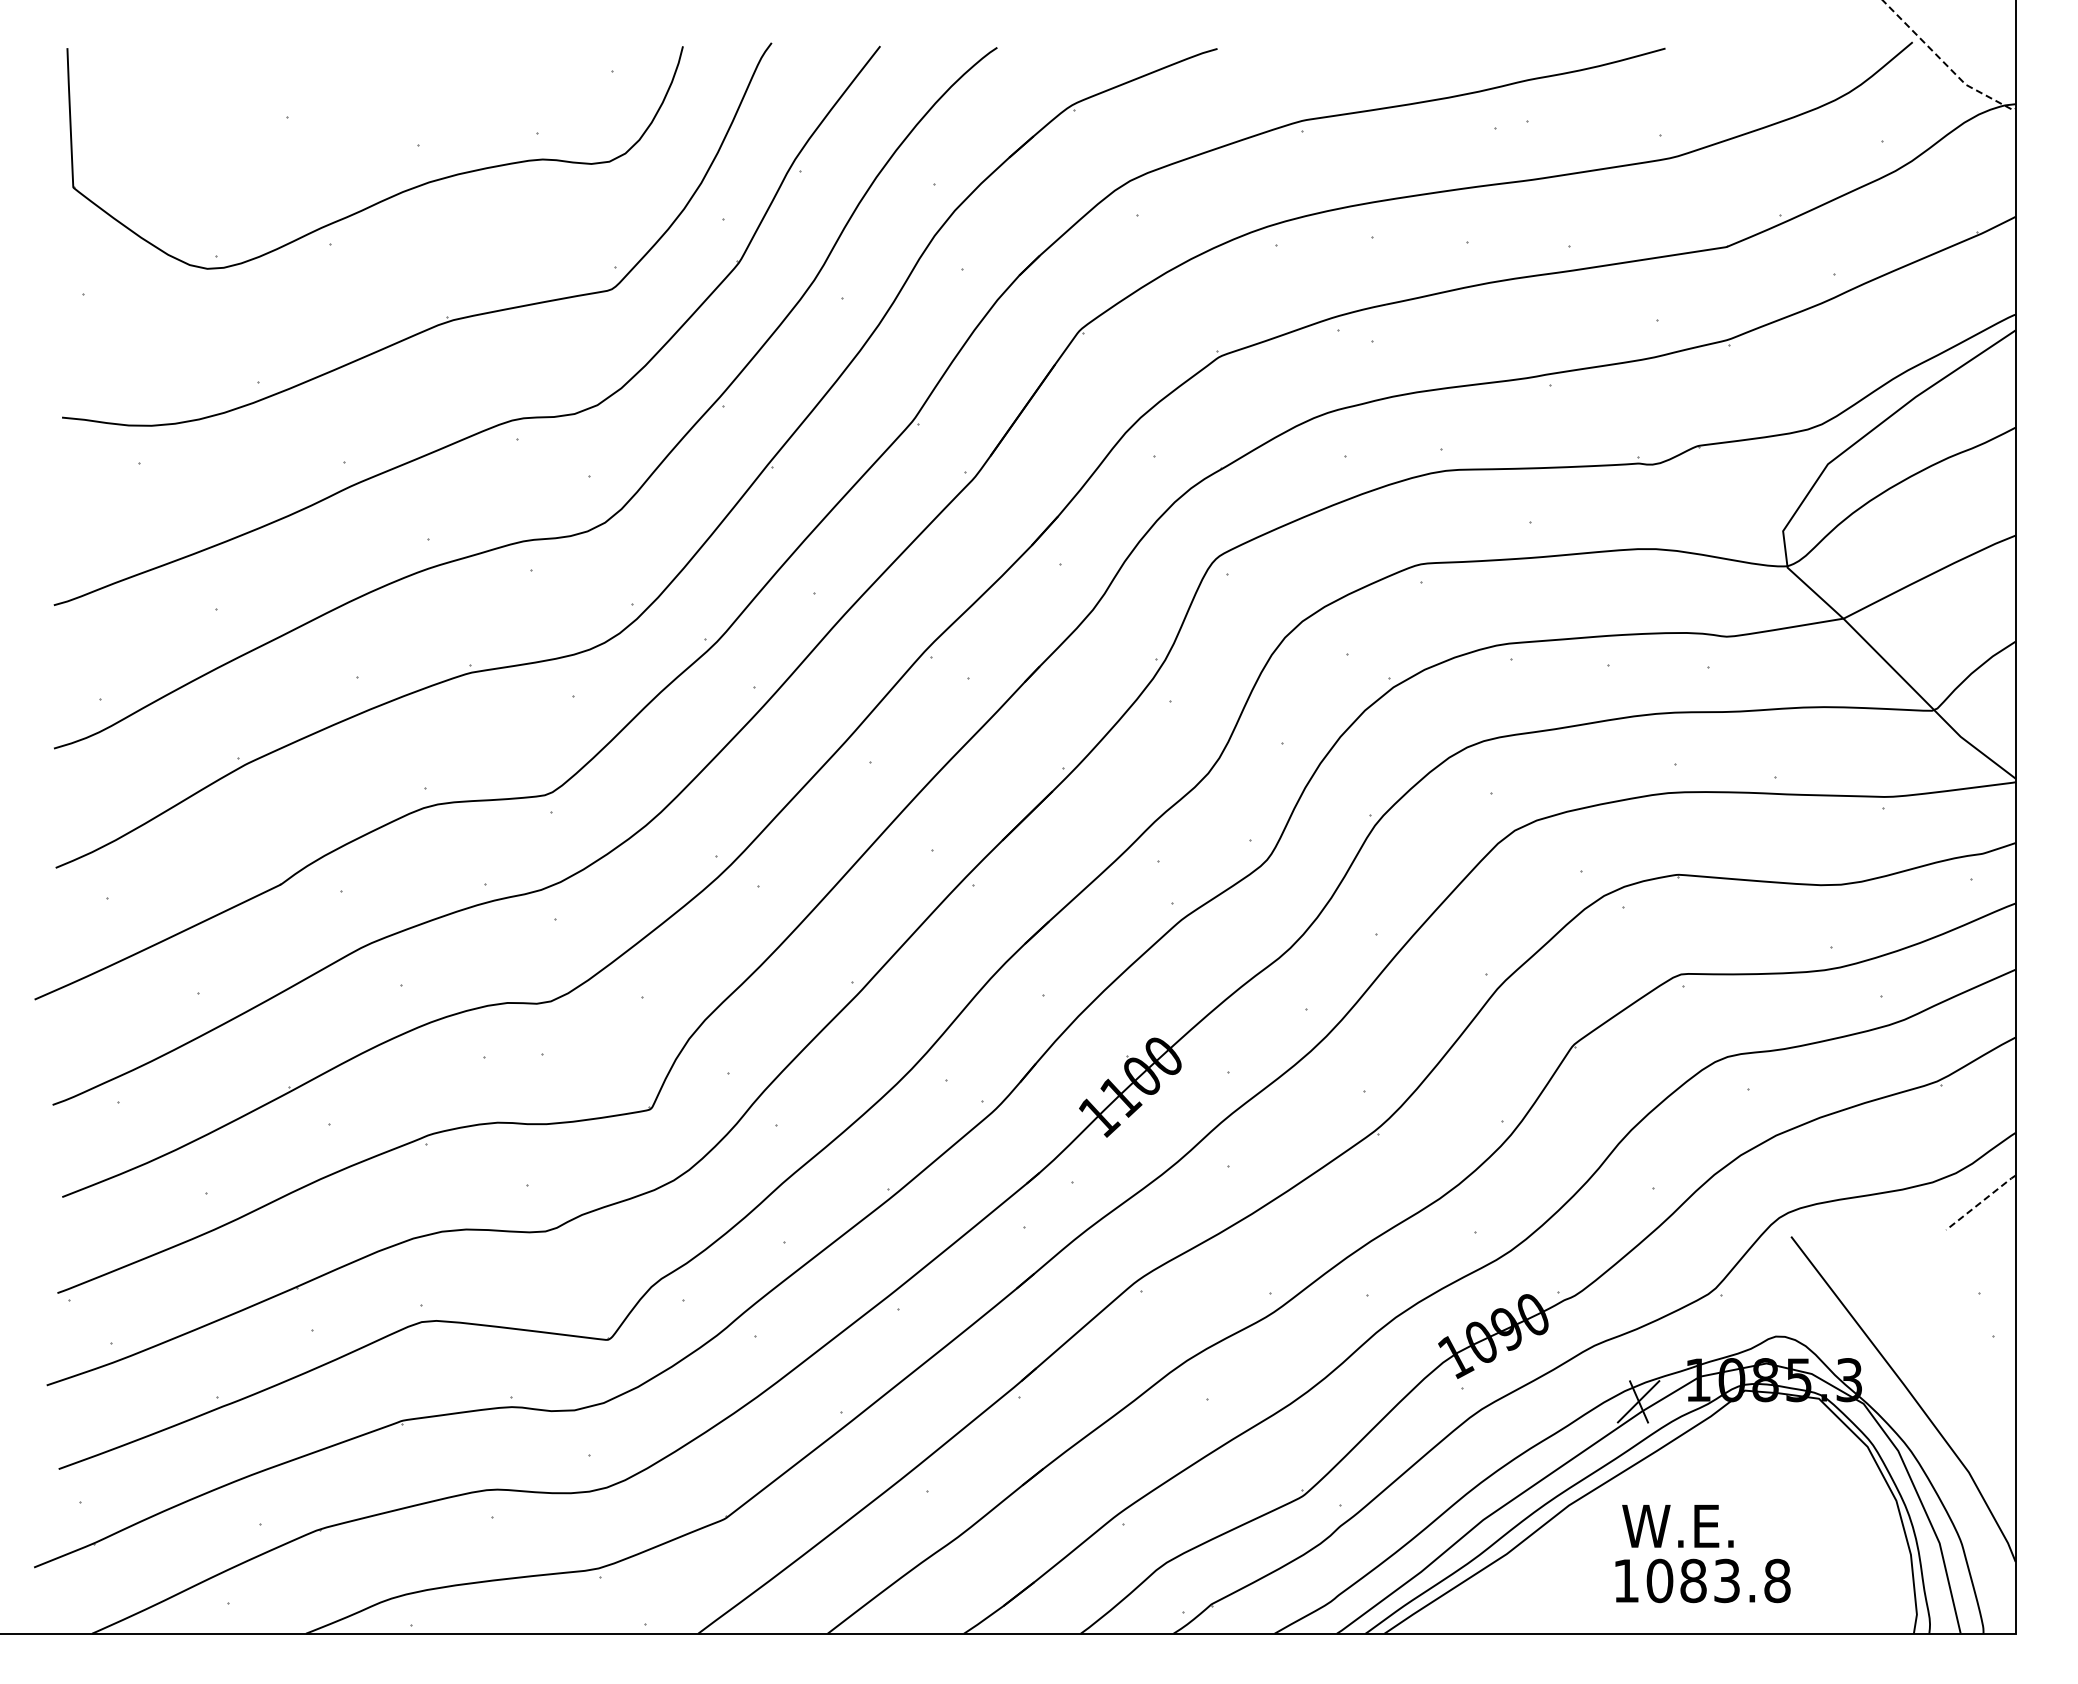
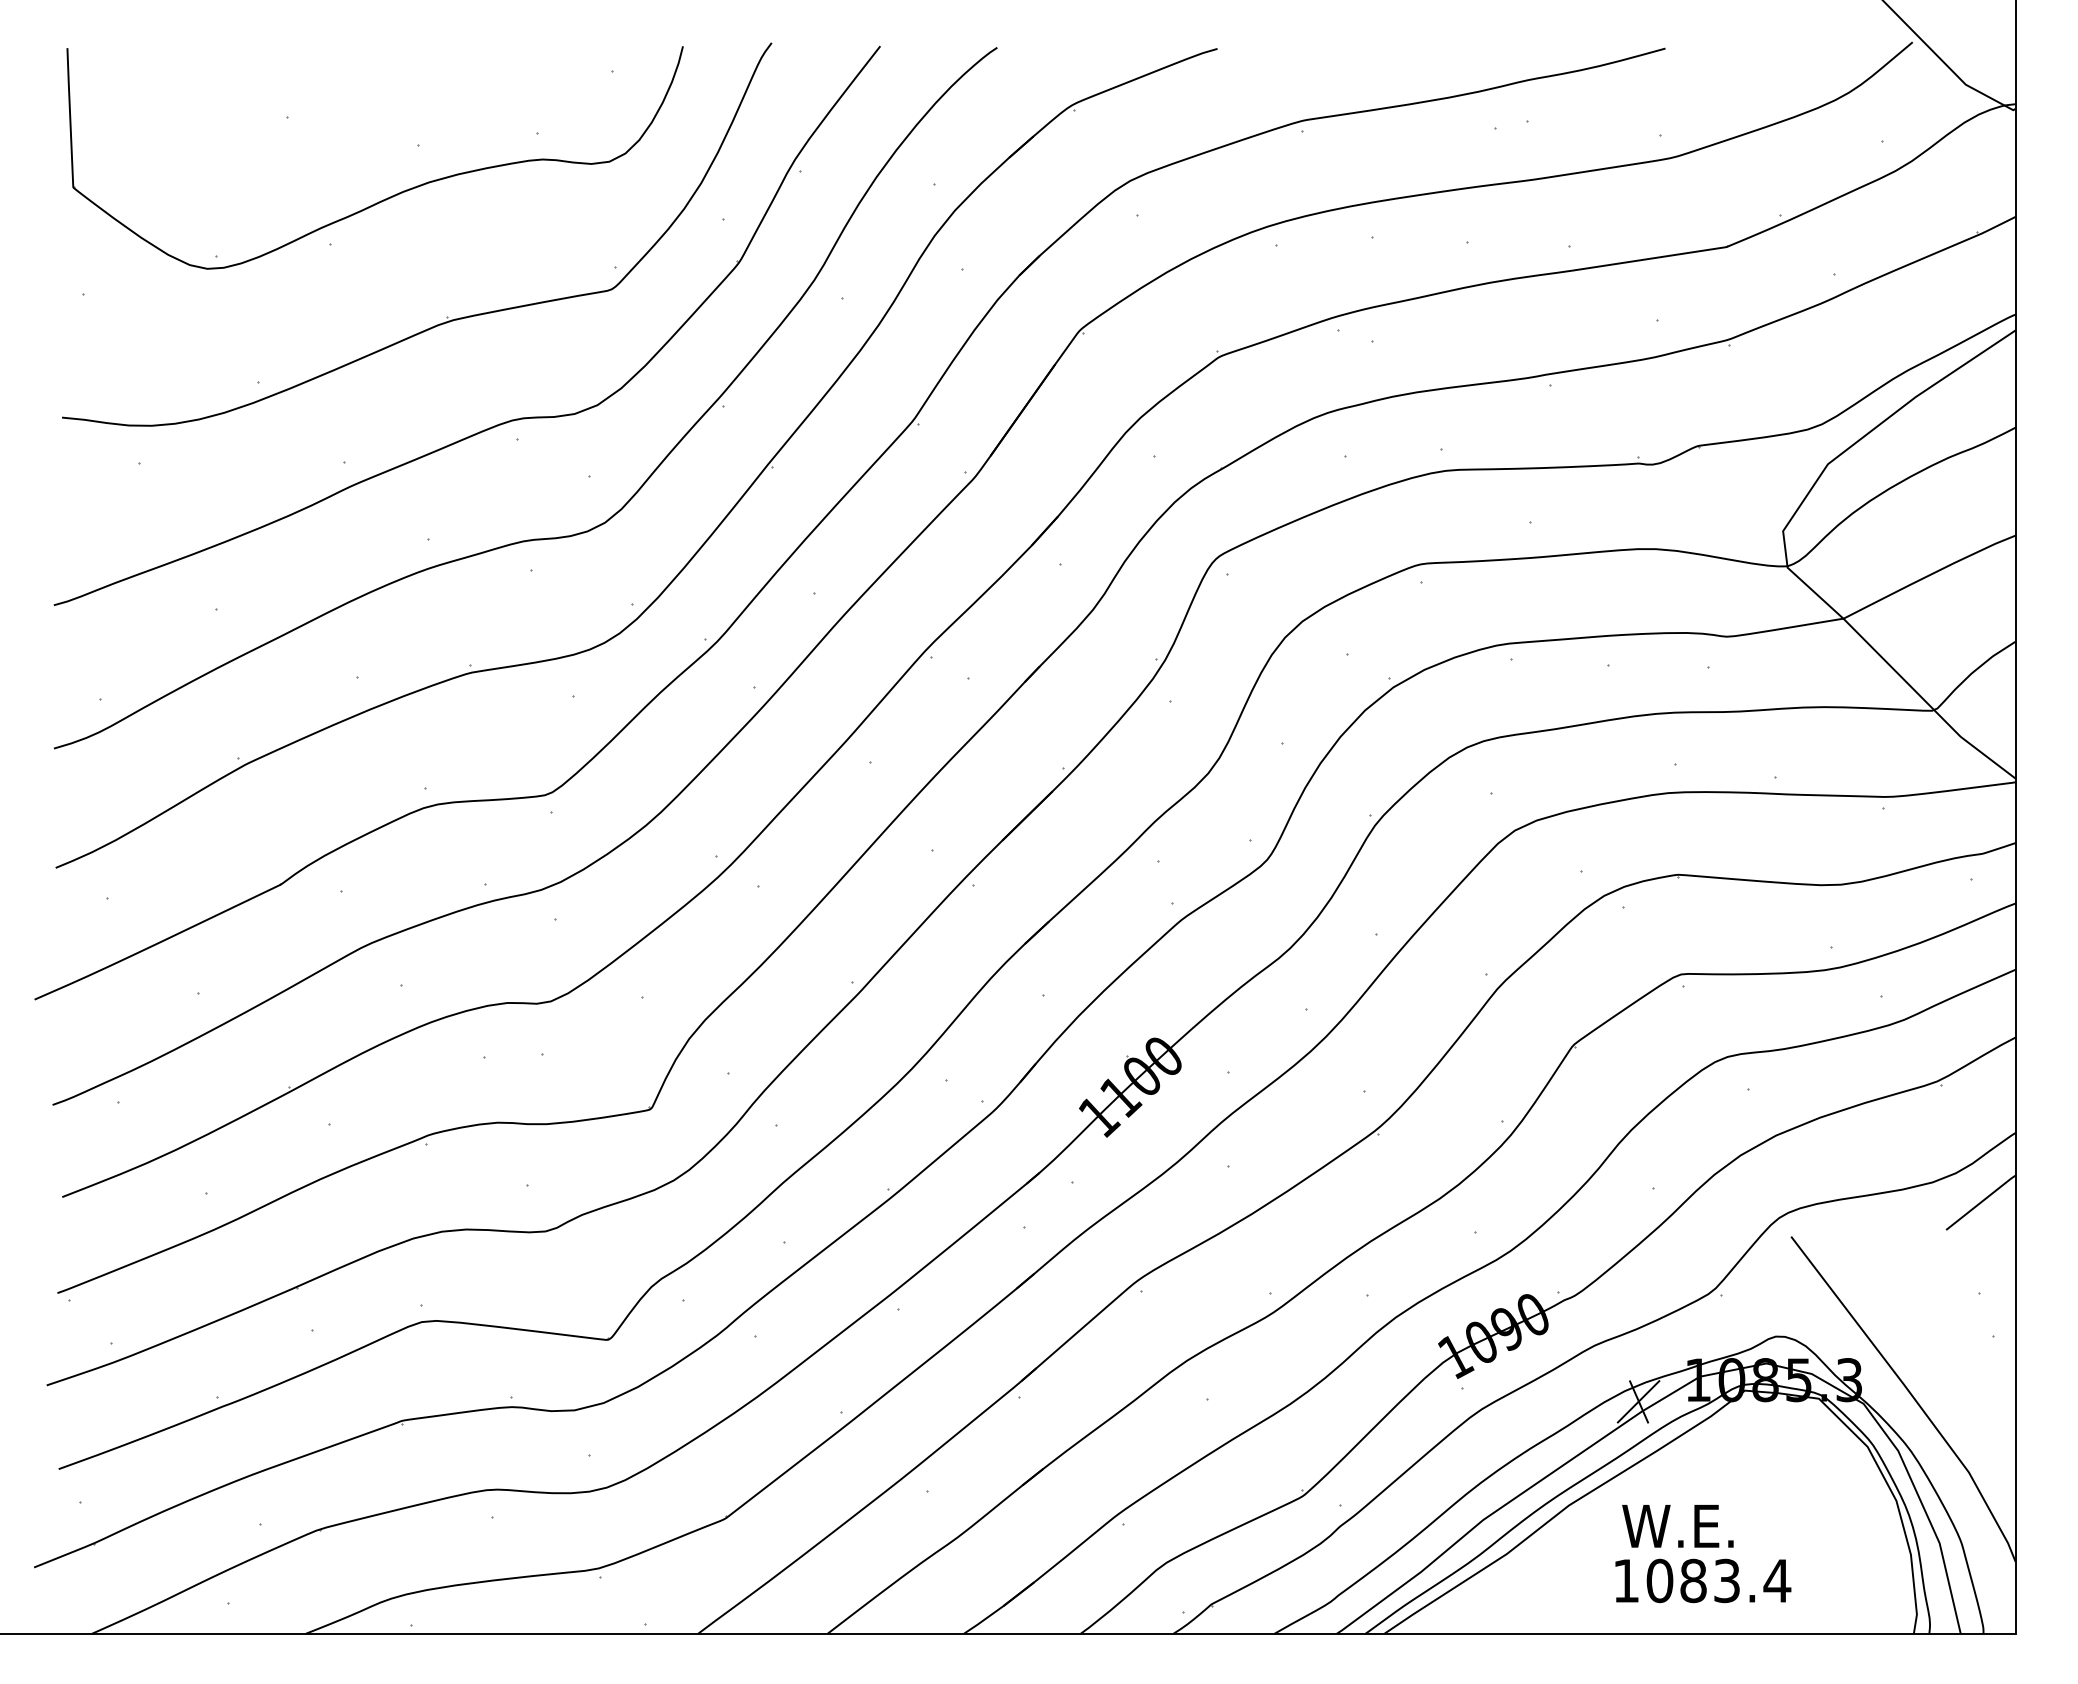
line at (1944, 63): dashed -> solid
line at (1981, 1202): dashed -> solid
text at (1777, 1580): 1083.8 -> 1083.4
